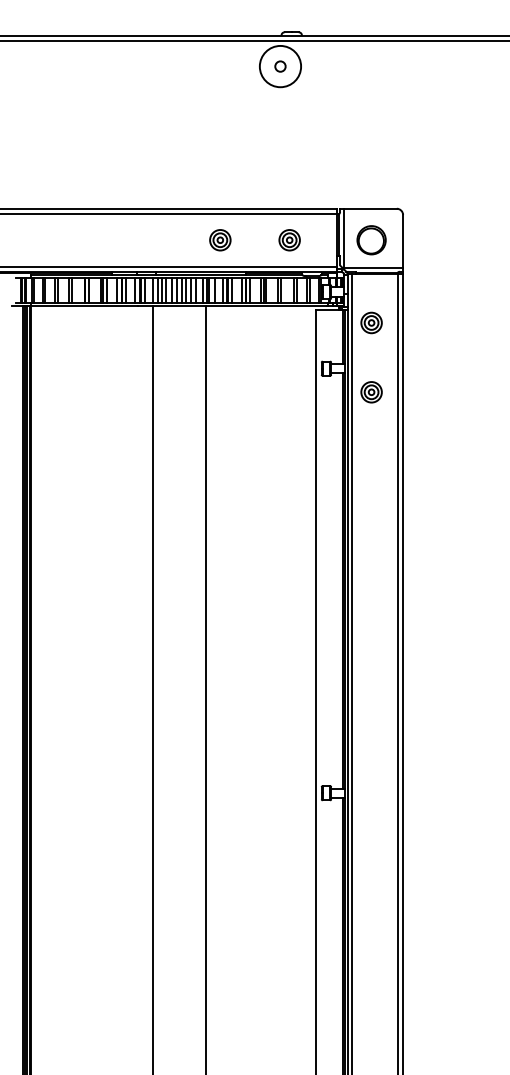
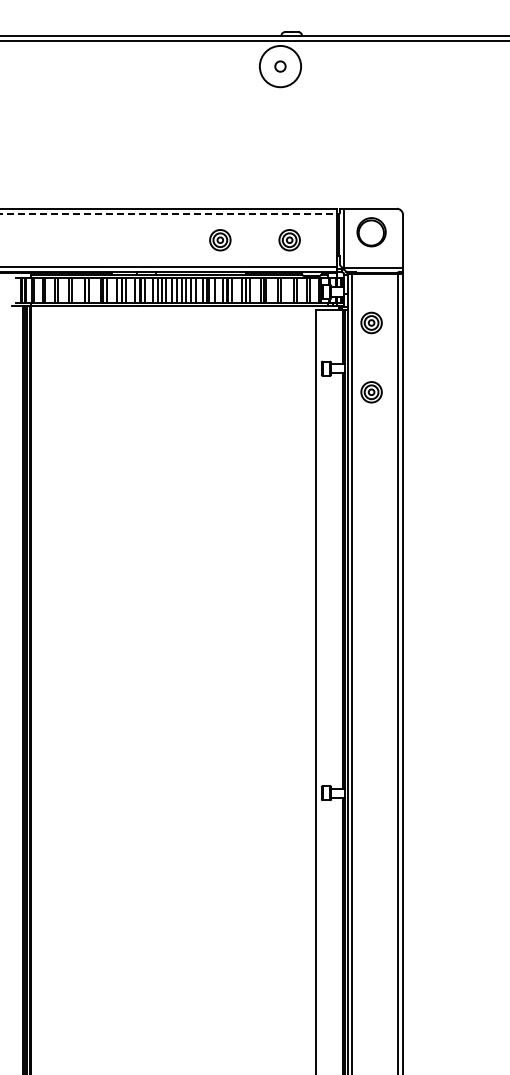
line at (169, 214): solid -> dashed
part at (371, 240) position: (371, 240) -> (371, 232)
line at (152, 688): present -> none
line at (206, 688): present -> none
